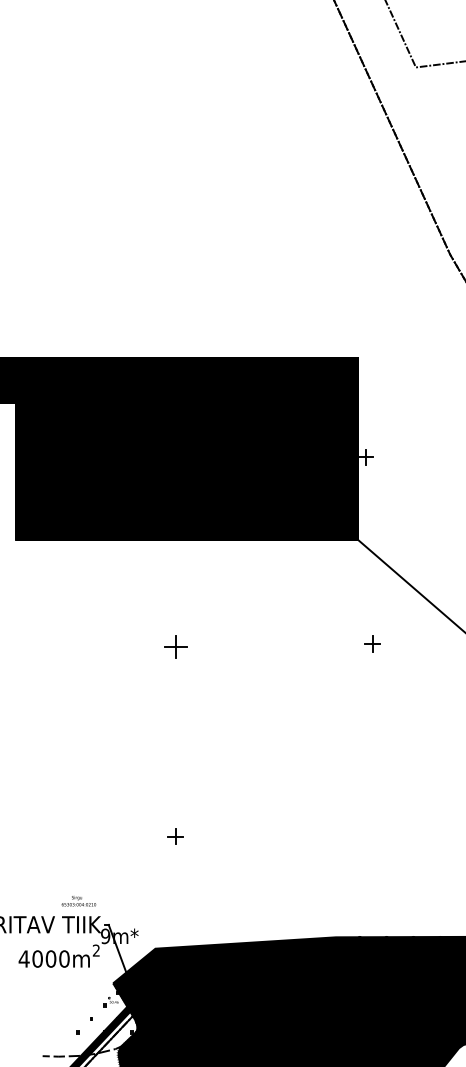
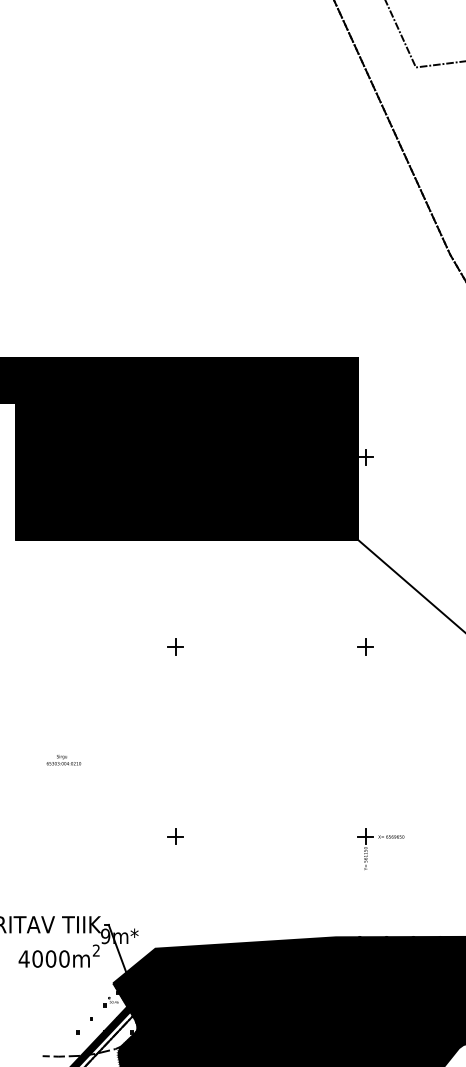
part at (372, 643) position: (372, 643) -> (365, 646)
part at (175, 646) size: 24x24 px -> 17x18 px
part at (380, 838): none -> present
text at (78, 901) position: (78, 901) -> (63, 760)
